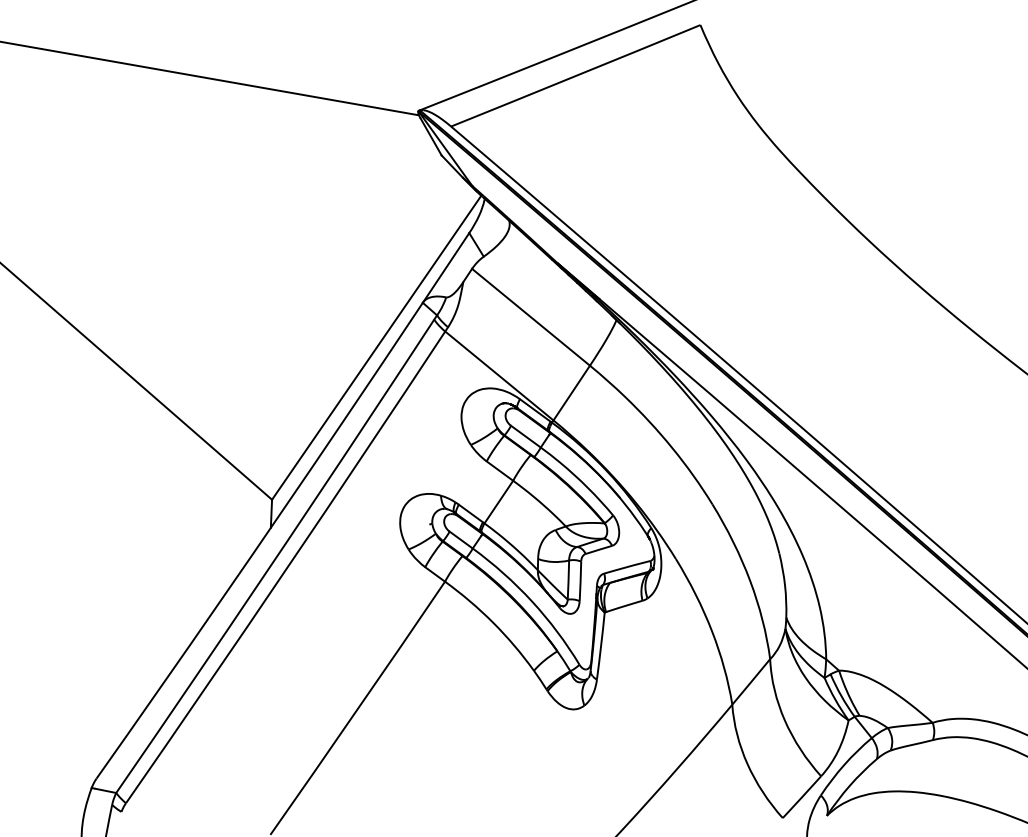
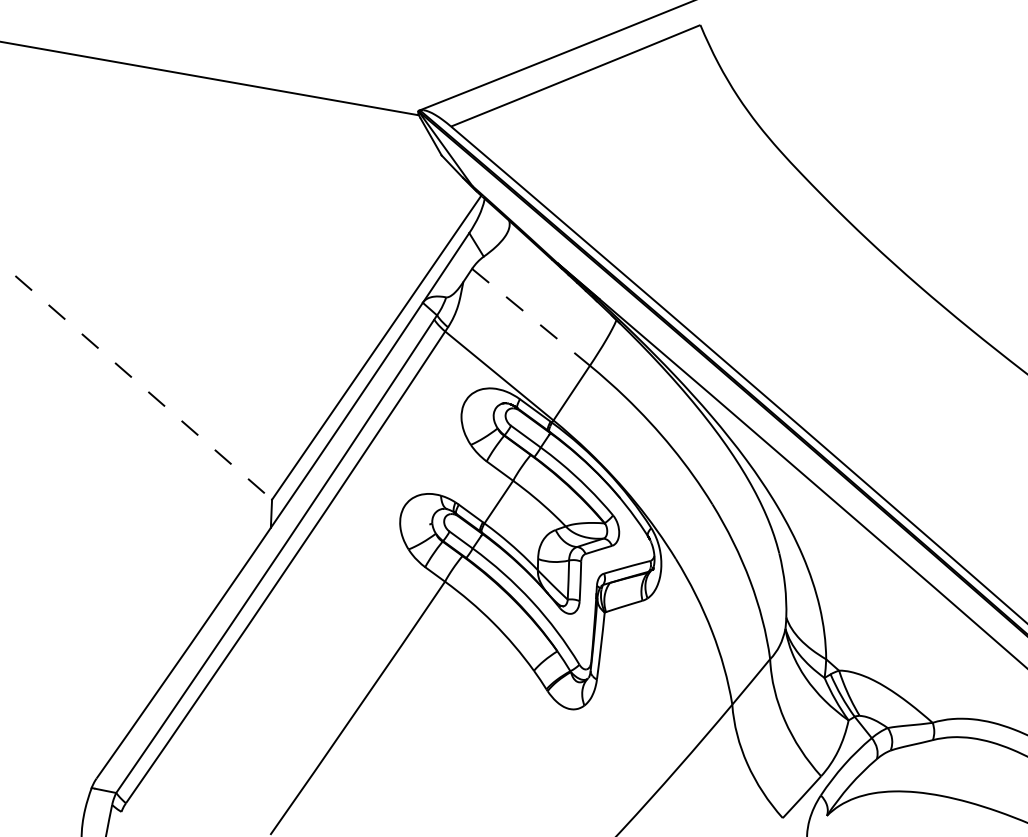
line at (531, 317): solid -> dashed
line at (136, 381): solid -> dashed
